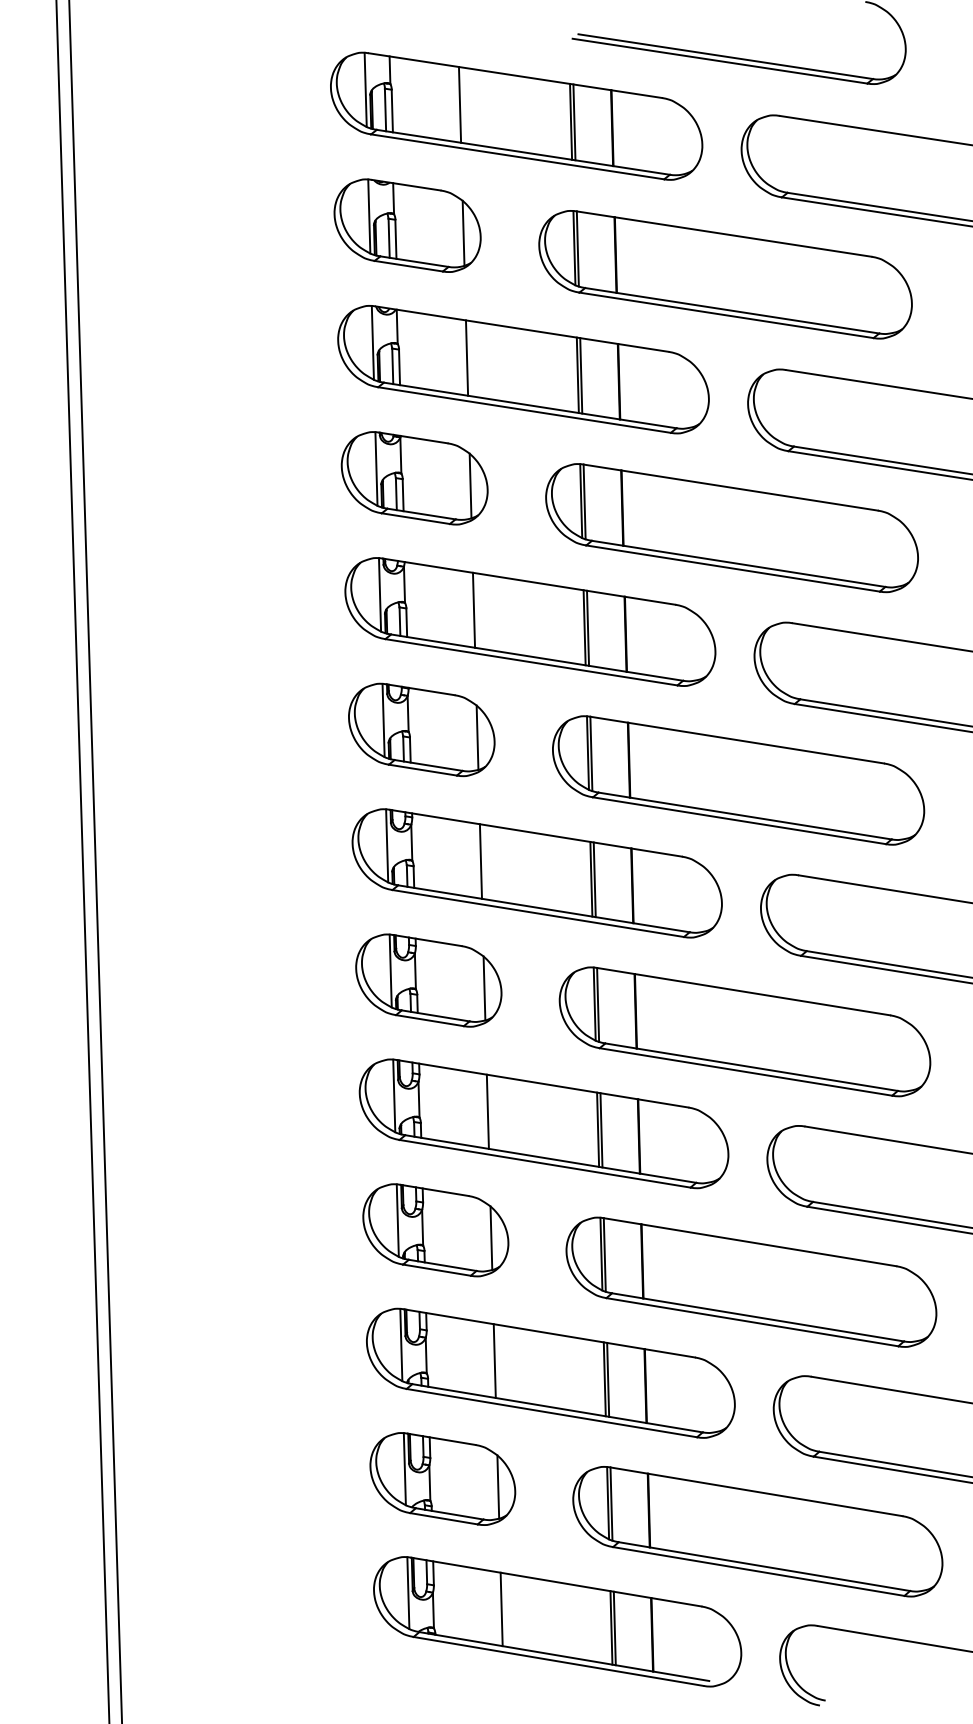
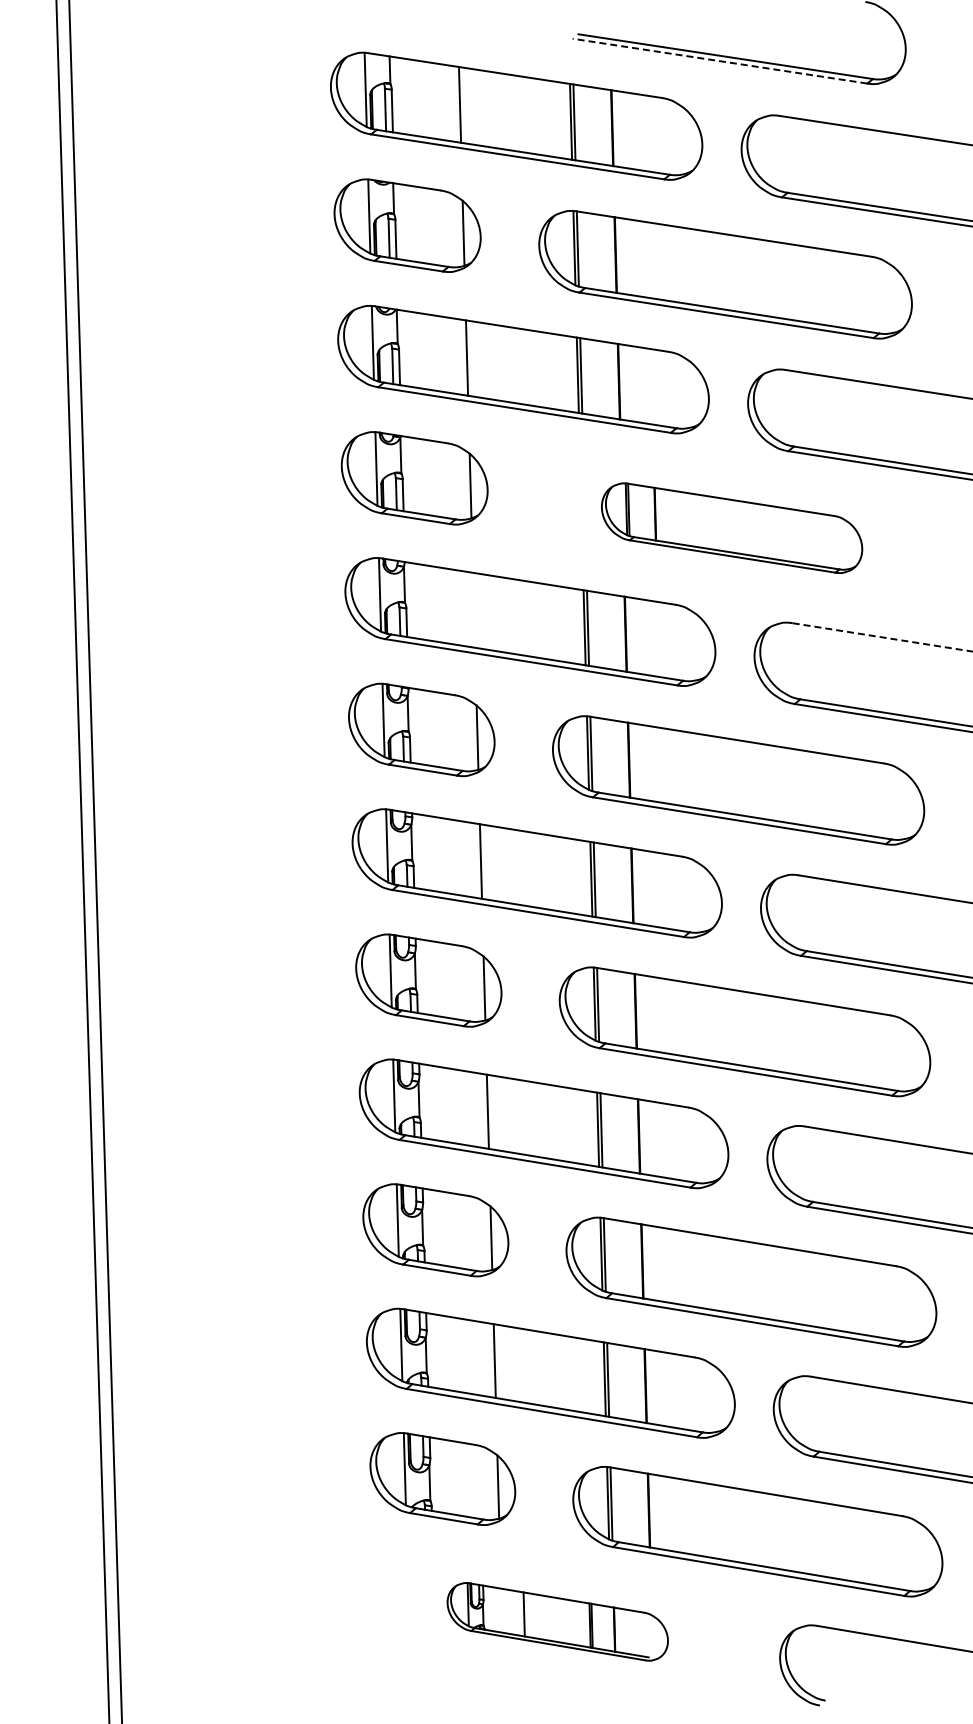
line at (719, 61): solid -> dashed
part at (731, 528) size: 374x131 px -> 263x92 px
line at (473, 609): present -> none
line at (882, 637): solid -> dashed
part at (557, 1621) size: 370x132 px -> 223x80 px
